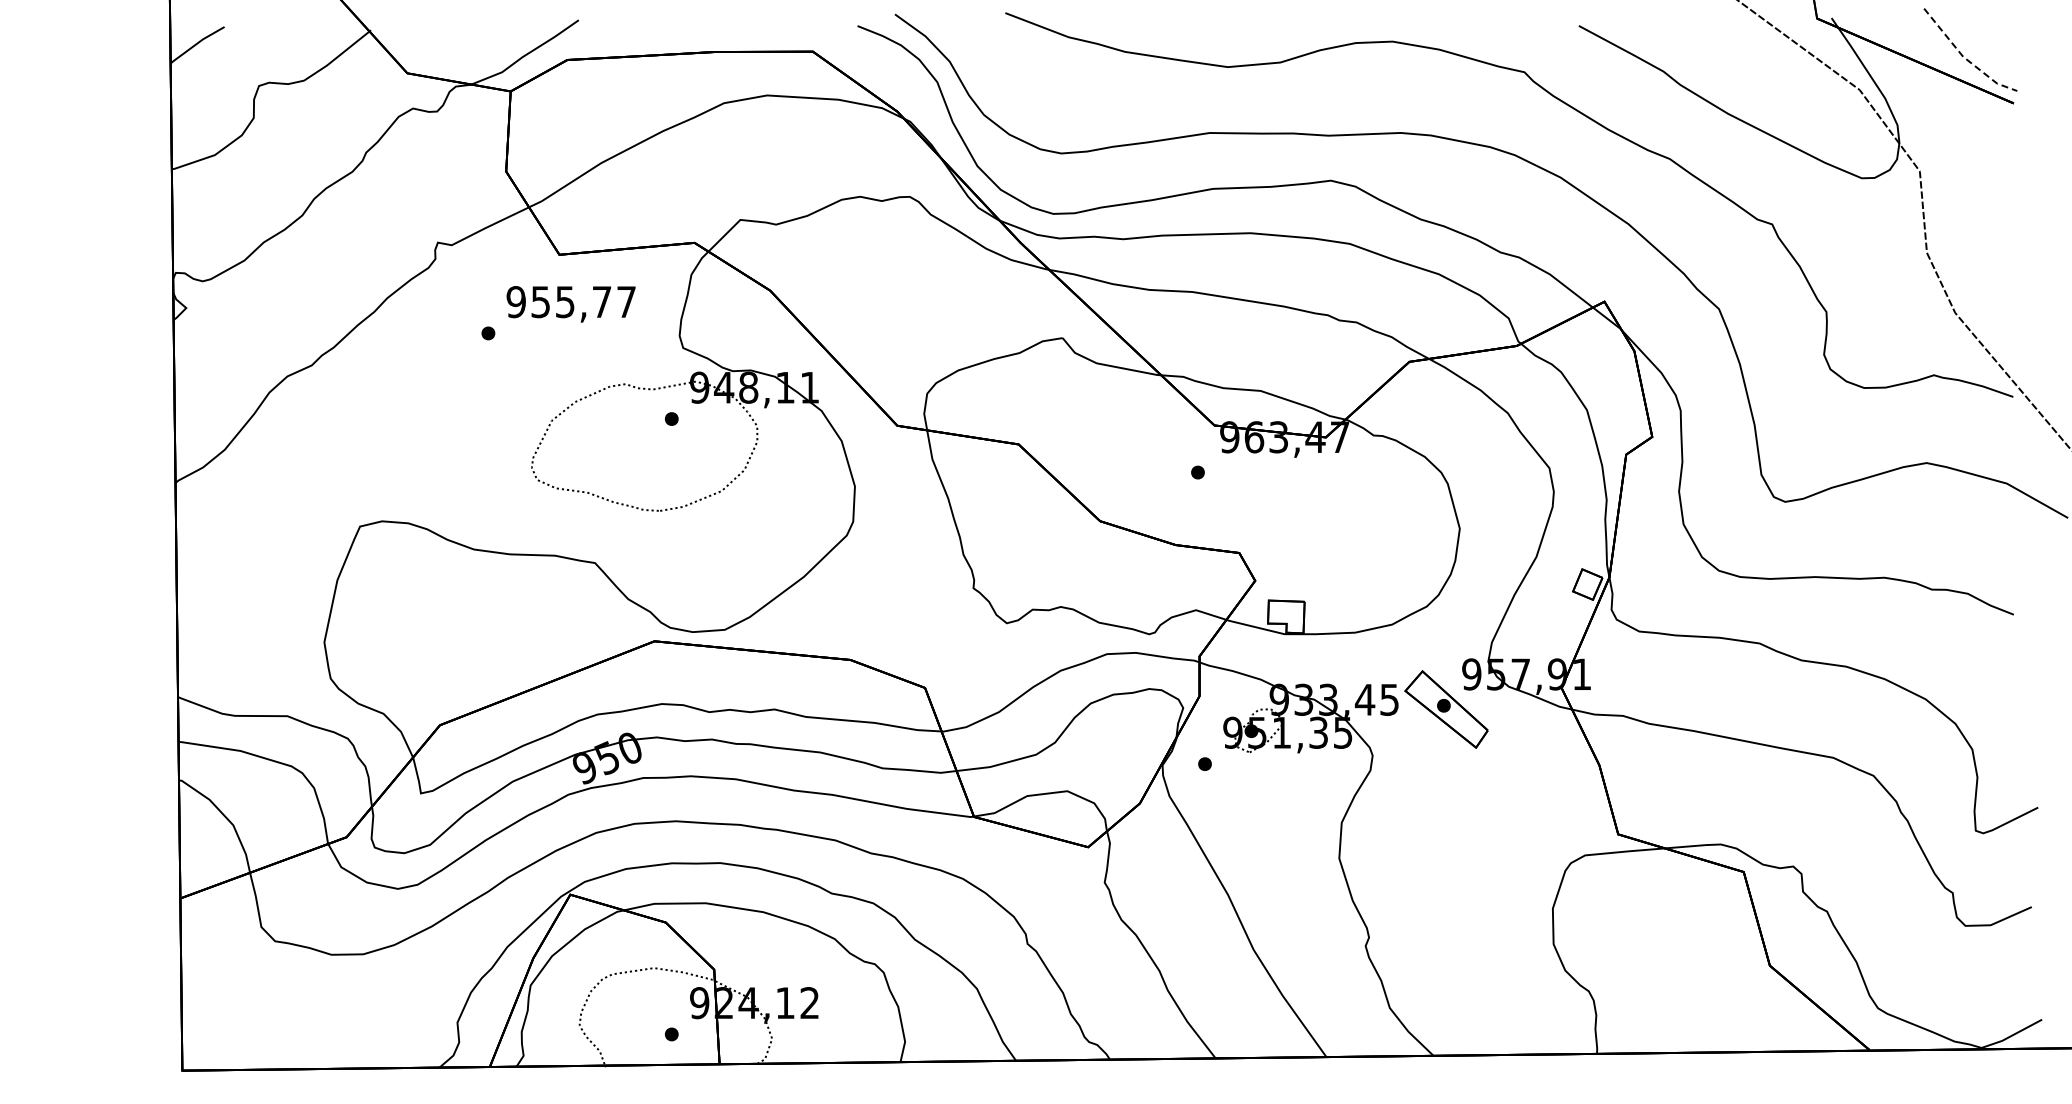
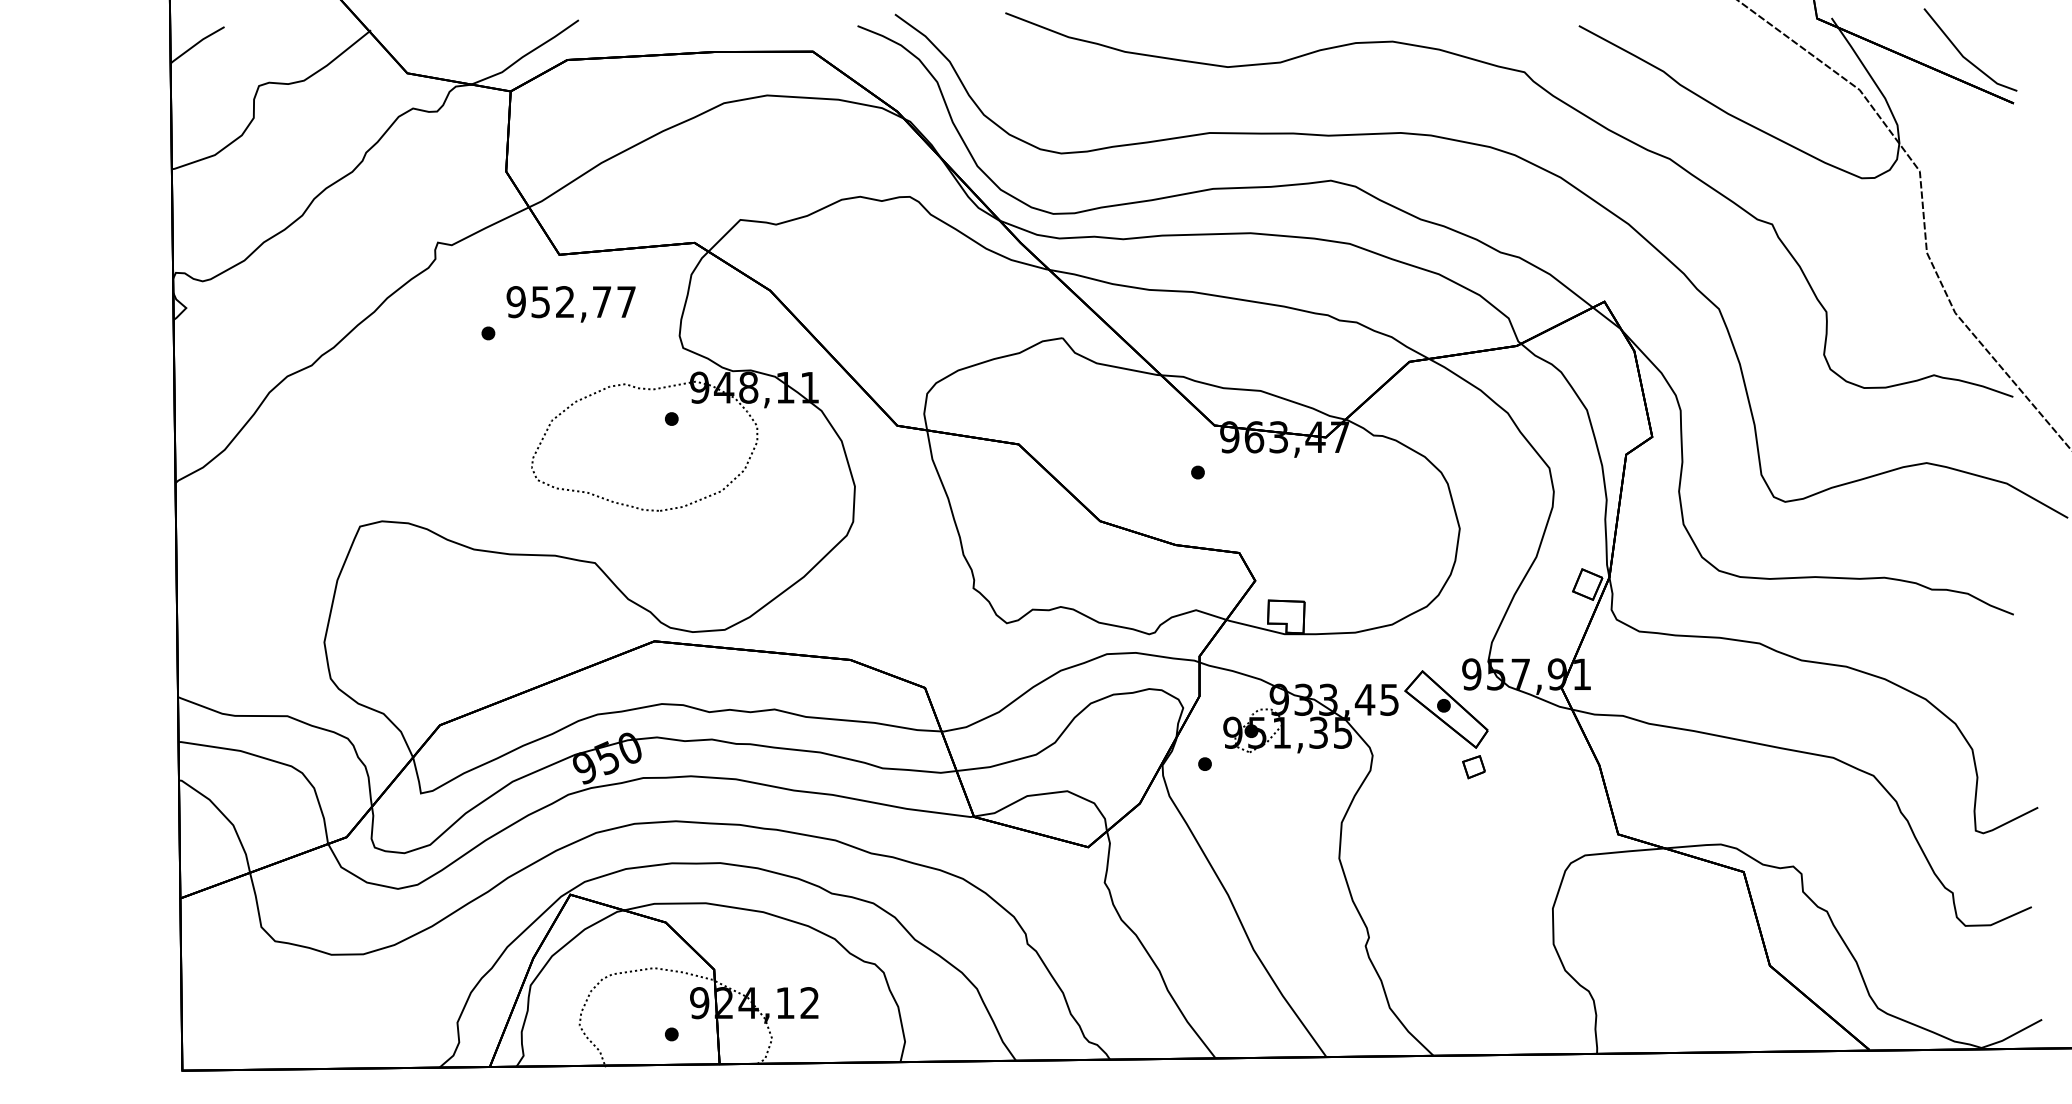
line at (1964, 57): dashed -> solid
text at (565, 302): 955,77 -> 952,77
part at (1473, 767): none -> present
